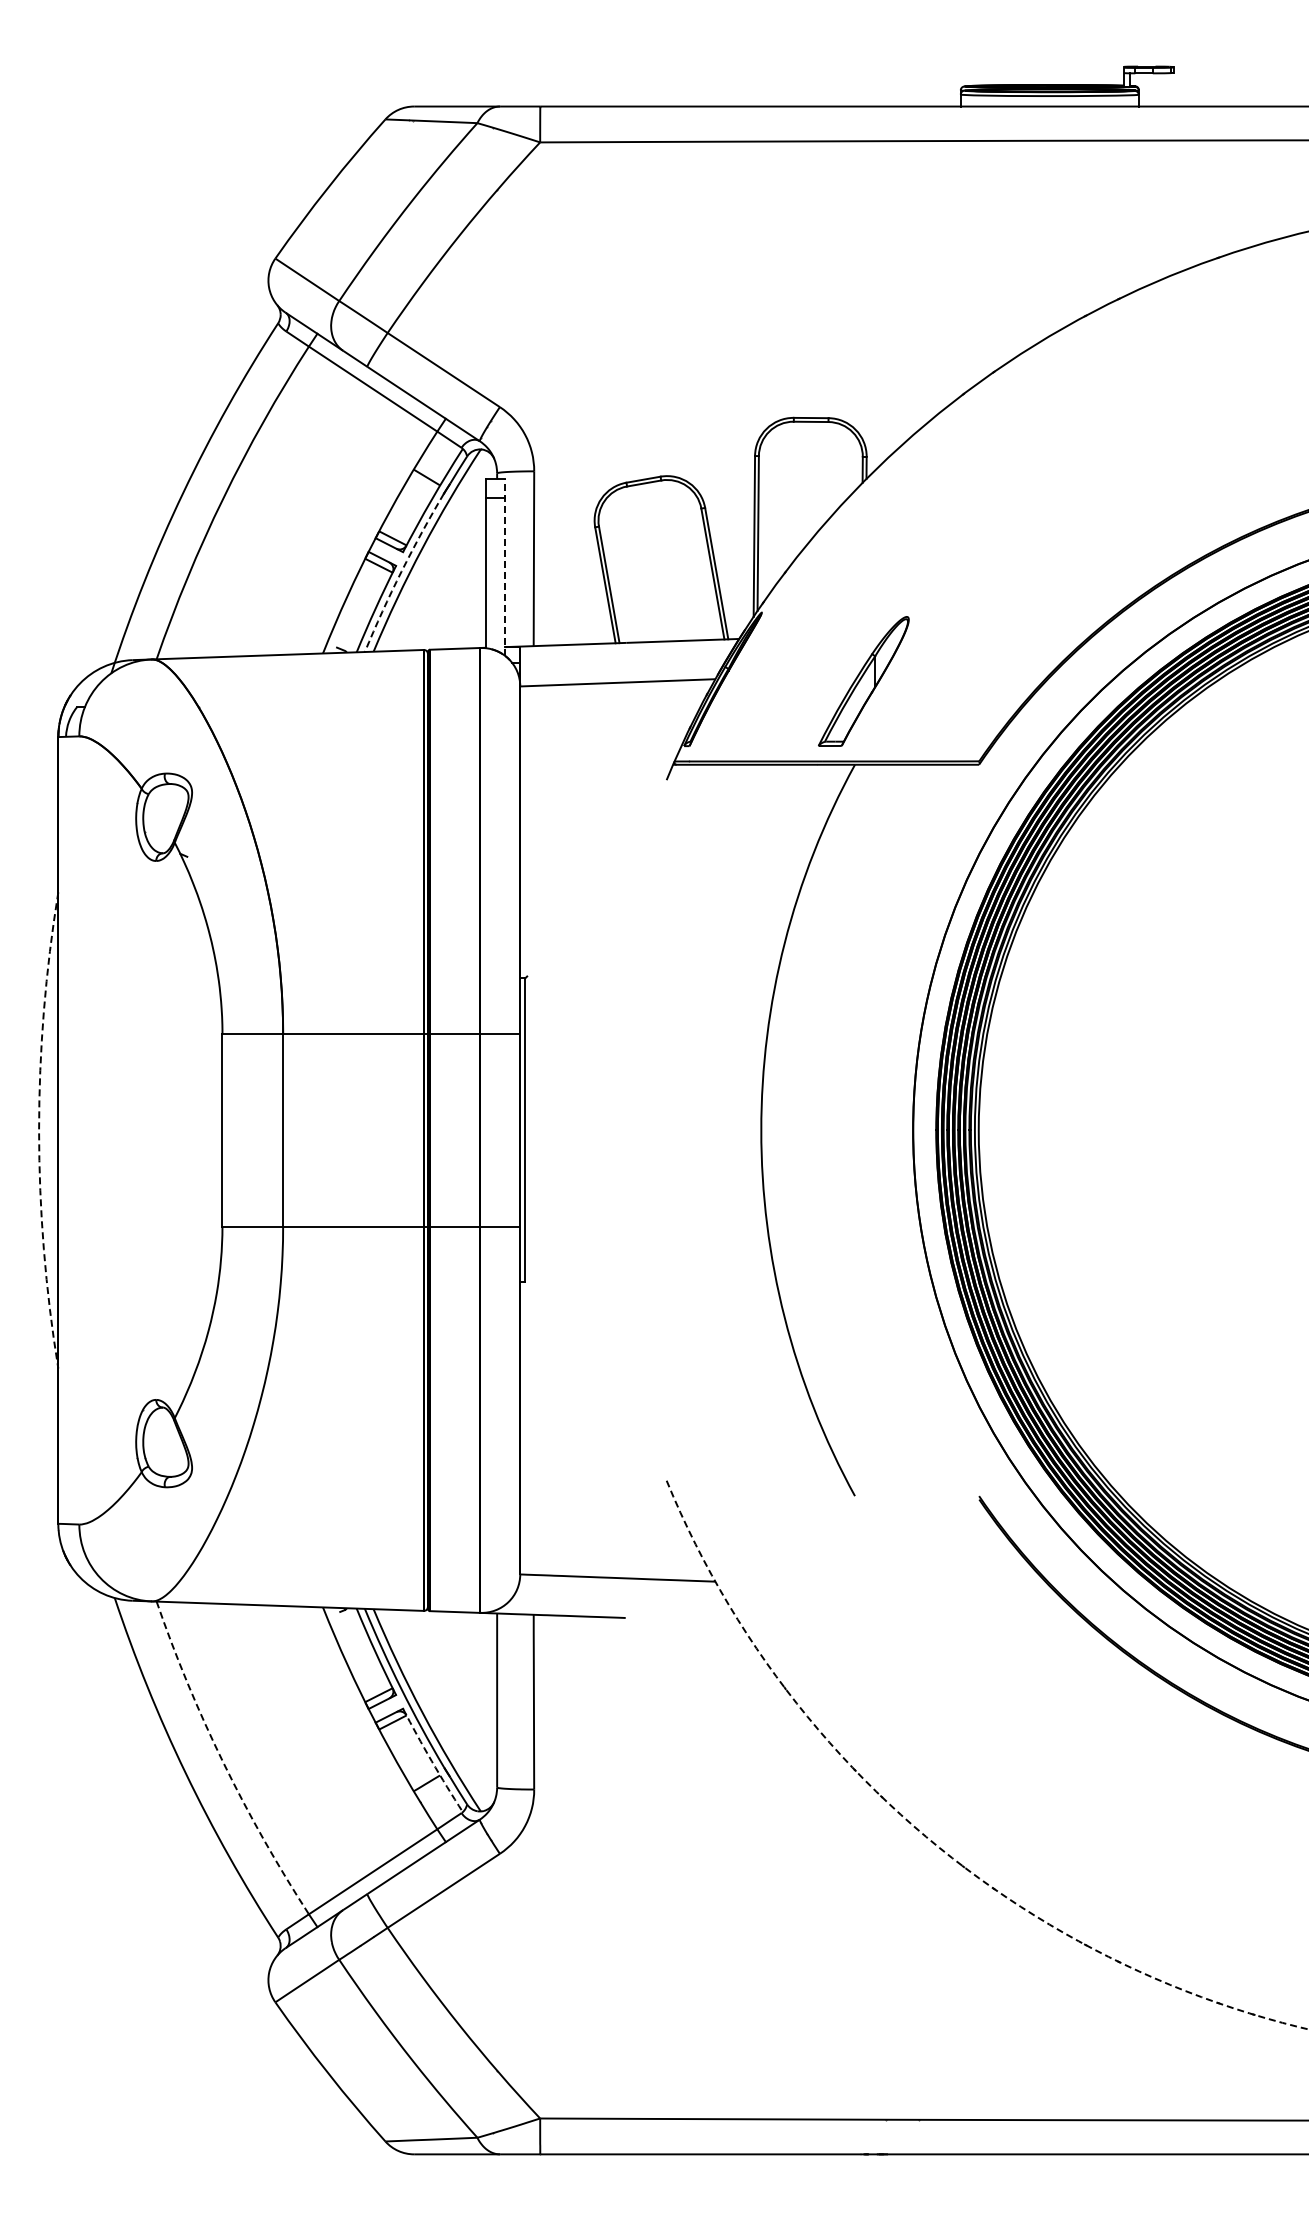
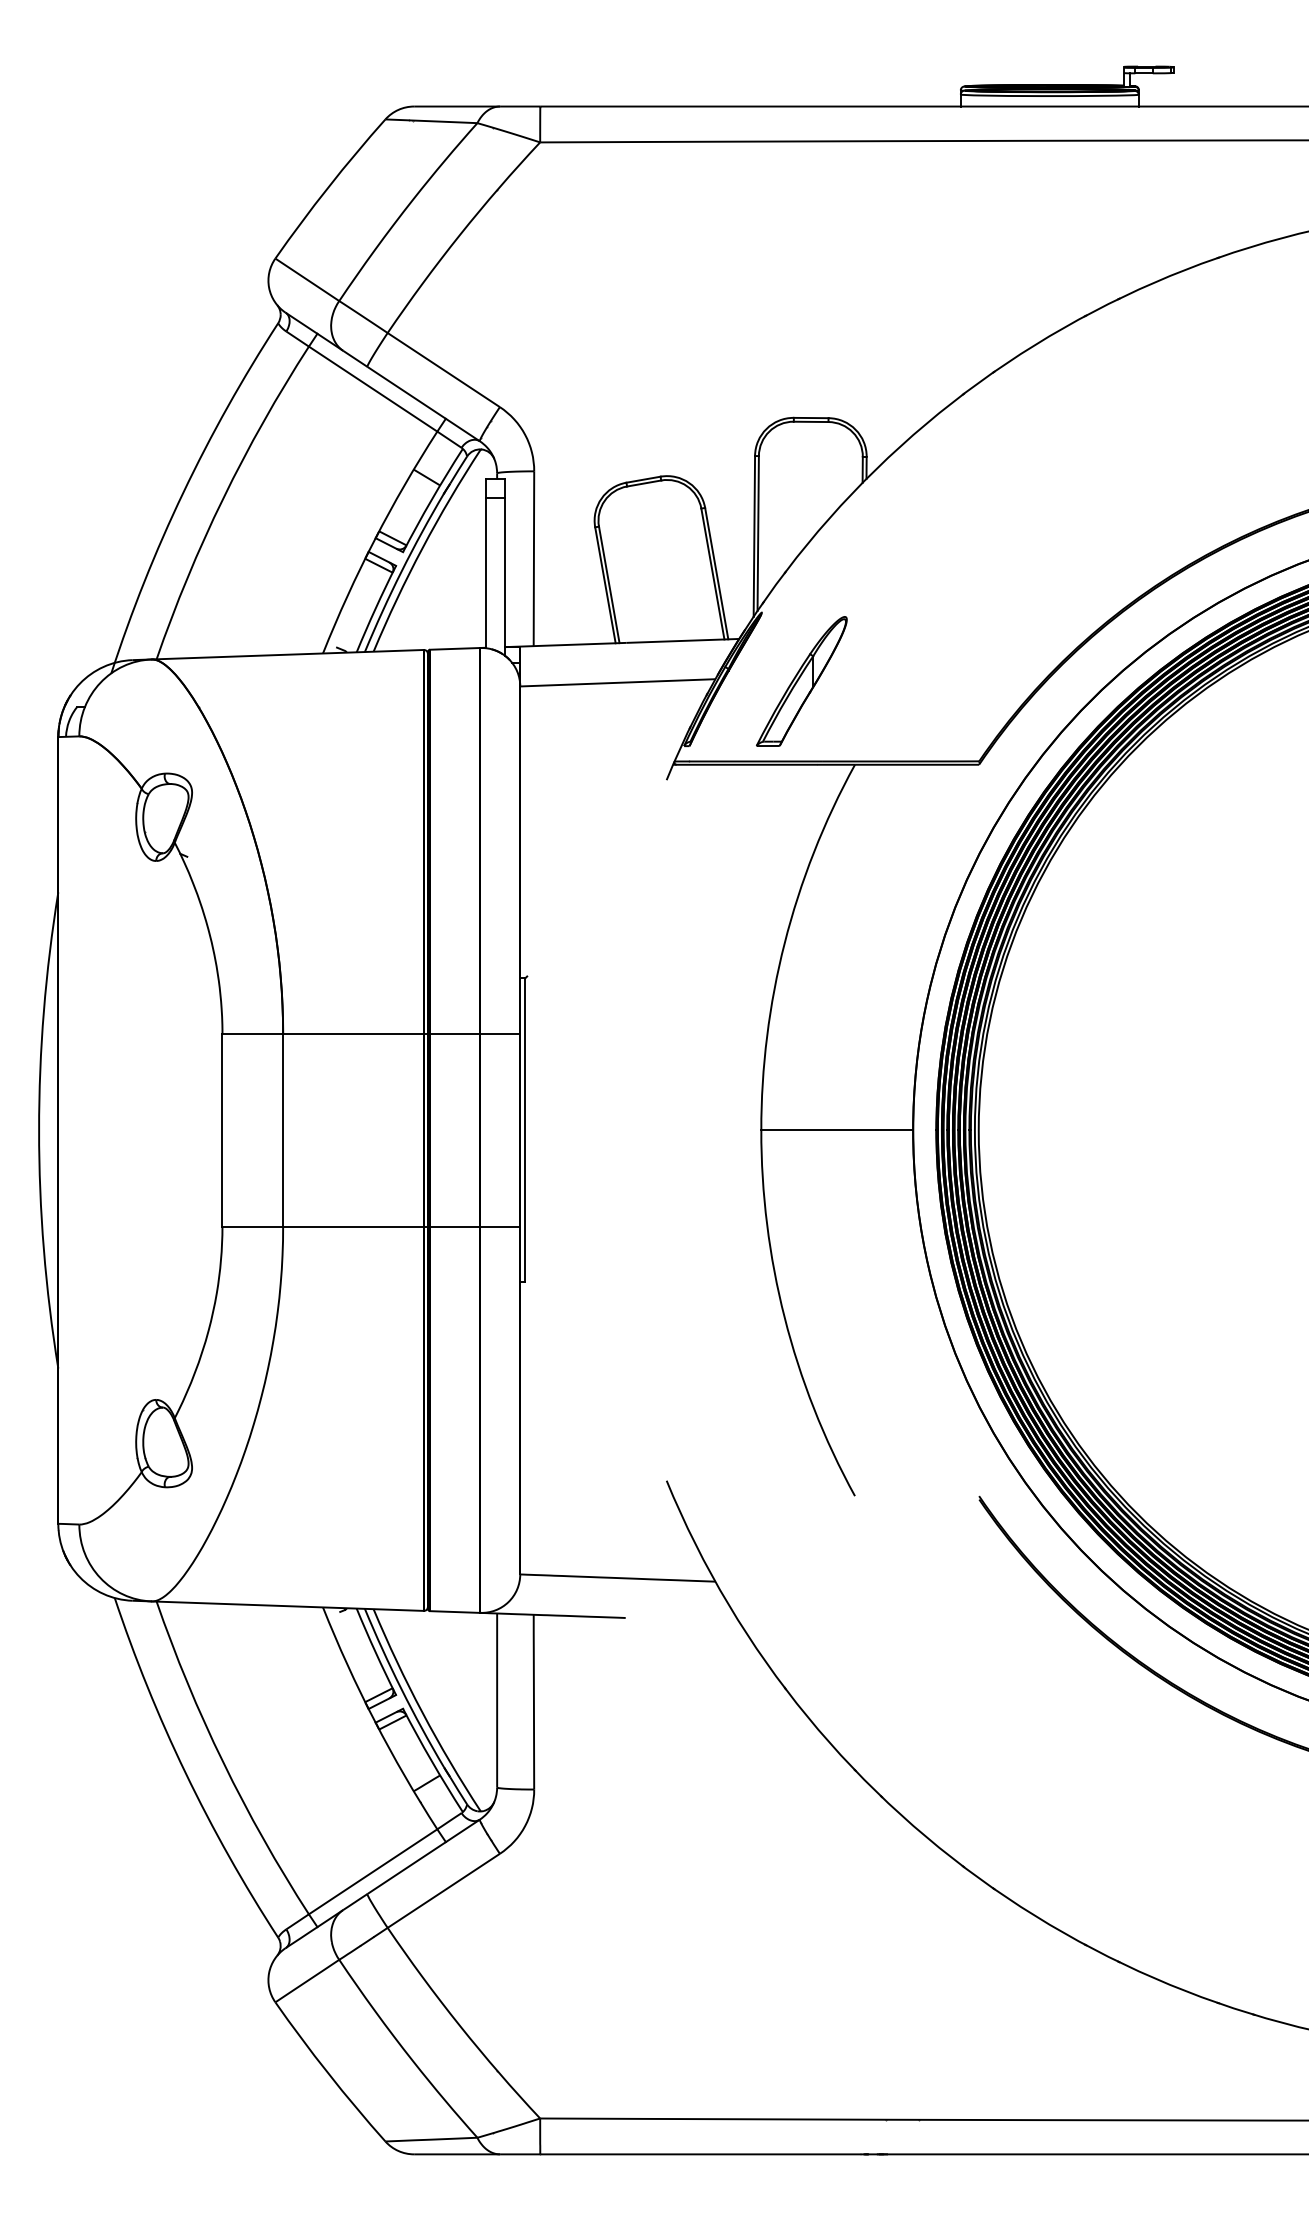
line at (504, 566): dashed -> solid
arc at (401, 571): dashed -> solid
part at (863, 681) position: (863, 681) -> (801, 681)
arc at (39, 1130): dashed -> solid
line at (837, 1130): none -> present
arc at (431, 1761): dashed -> solid
arc at (223, 1762): dashed -> solid
arc at (921, 1832): dashed -> solid
